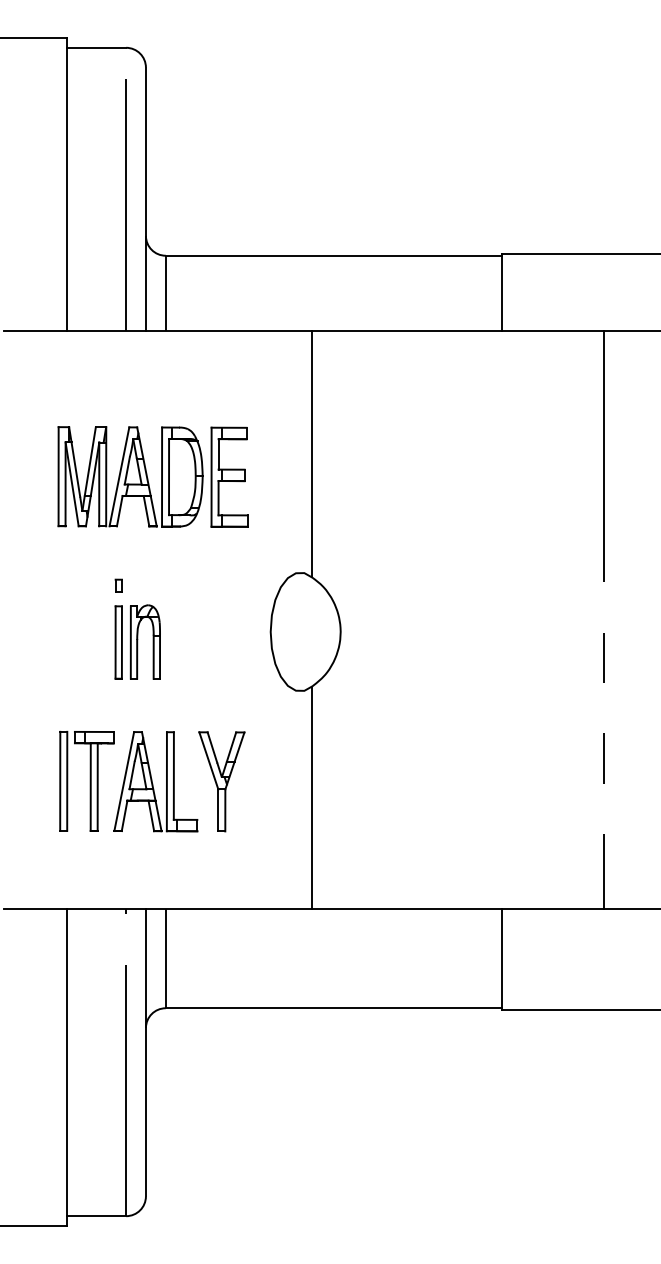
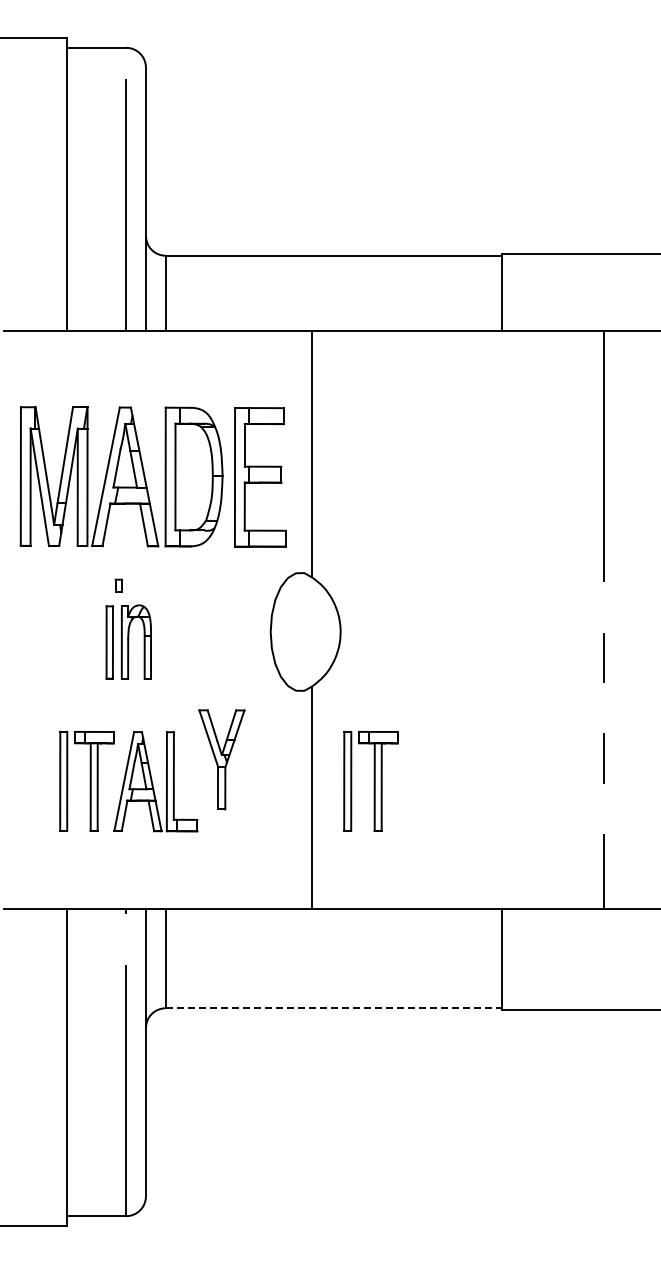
part at (152, 476) size: 192x102 px -> 268x142 px
part at (137, 641) position: (137, 641) -> (128, 641)
part at (221, 781) position: (221, 781) -> (221, 759)
part at (370, 781): none -> present
line at (334, 1008): solid -> dashed
